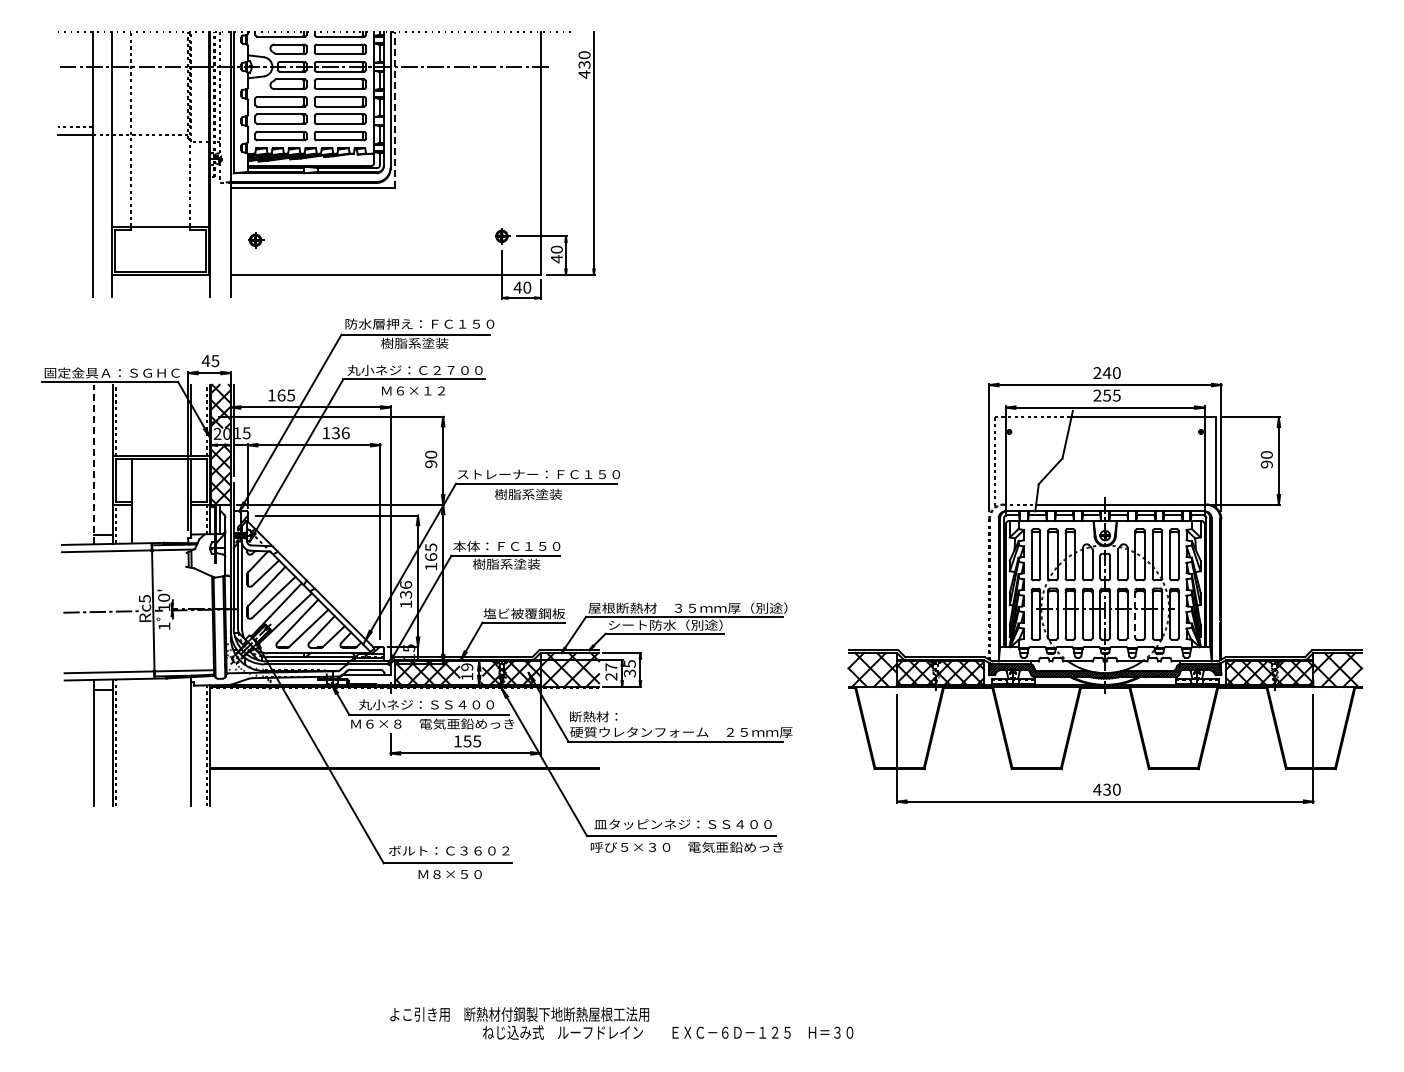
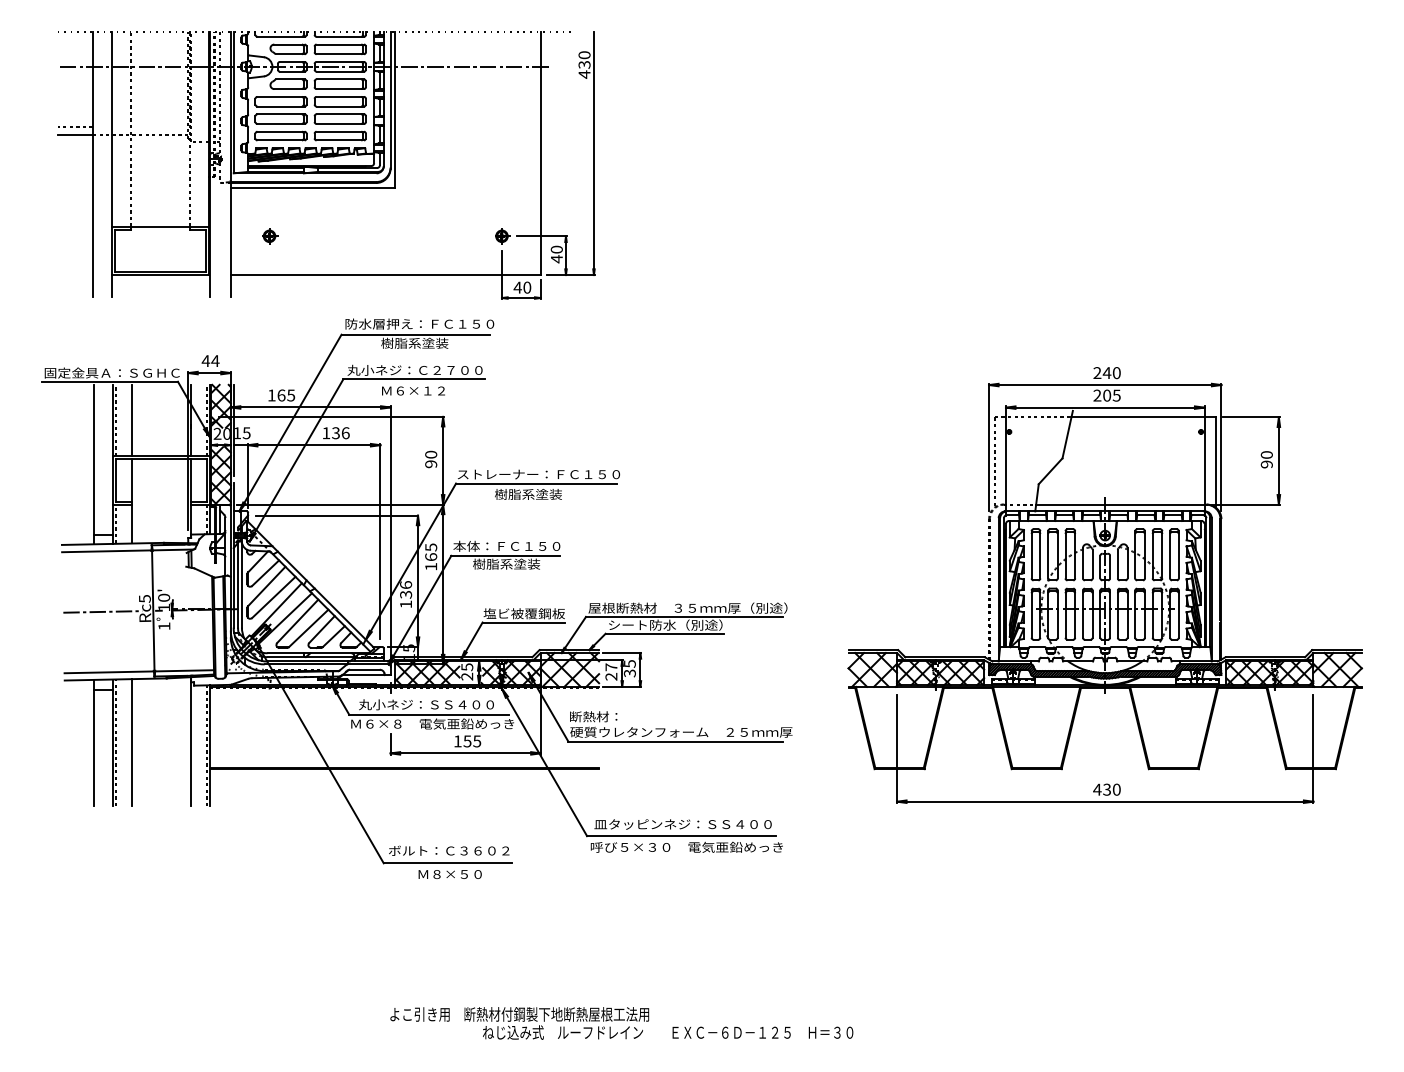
line at (395, 109): dashed -> solid
part at (256, 240) position: (256, 240) -> (270, 236)
text at (215, 361): 45 -> 44
text at (1107, 395): 255 -> 205
line at (132, 420): none -> present
line at (93, 464): dashed -> solid
line at (1135, 614): dashed -> solid
text at (467, 671): 19 -> 25
line at (132, 742): none -> present
